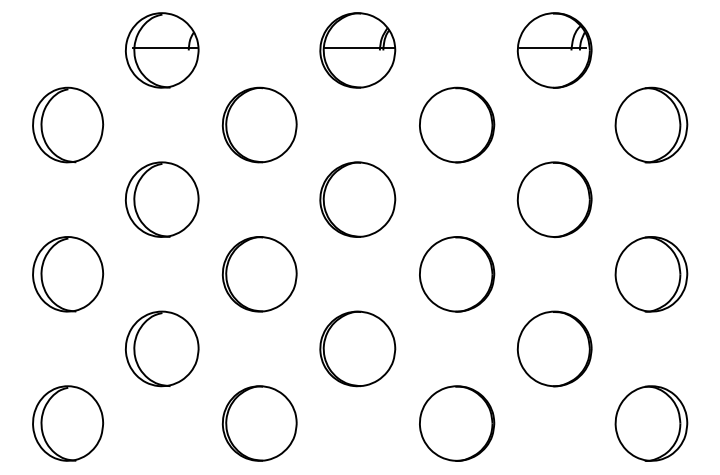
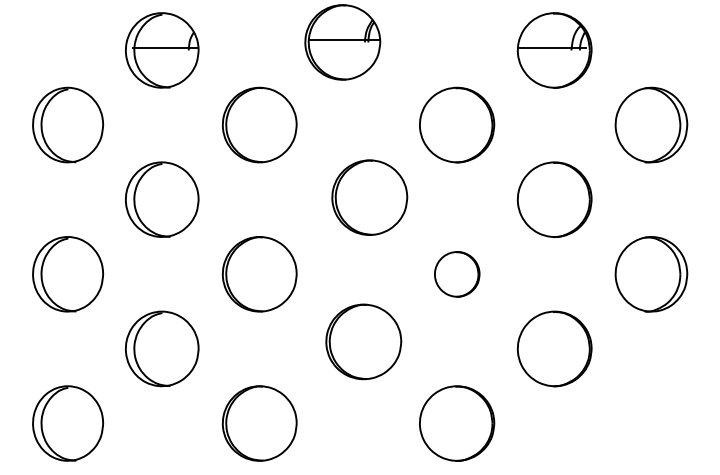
part at (357, 50) position: (357, 50) -> (342, 42)
part at (357, 199) position: (357, 199) -> (369, 197)
part at (457, 274) size: 77x77 px -> 47x47 px
part at (357, 348) position: (357, 348) -> (363, 341)
part at (651, 423): present -> none
